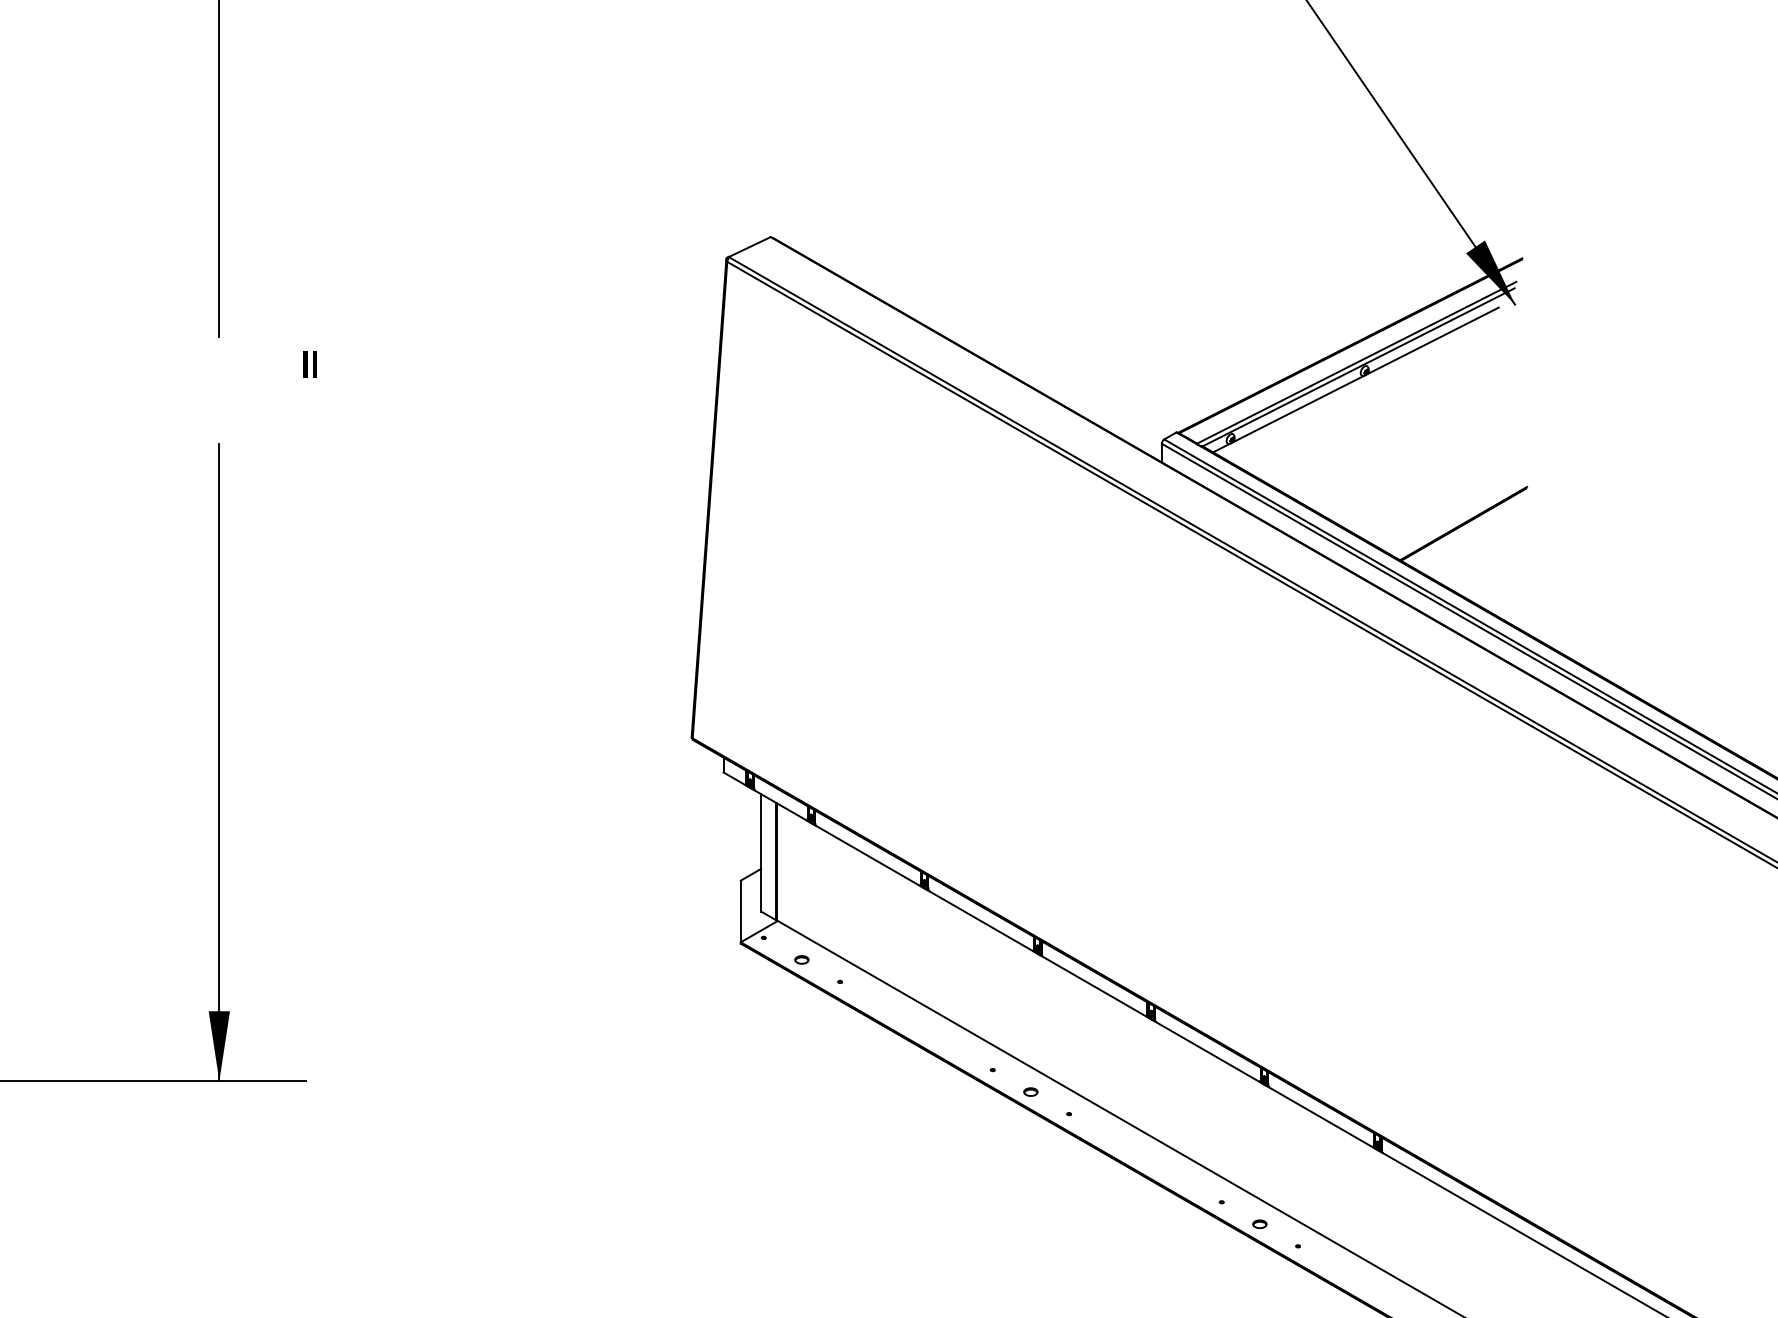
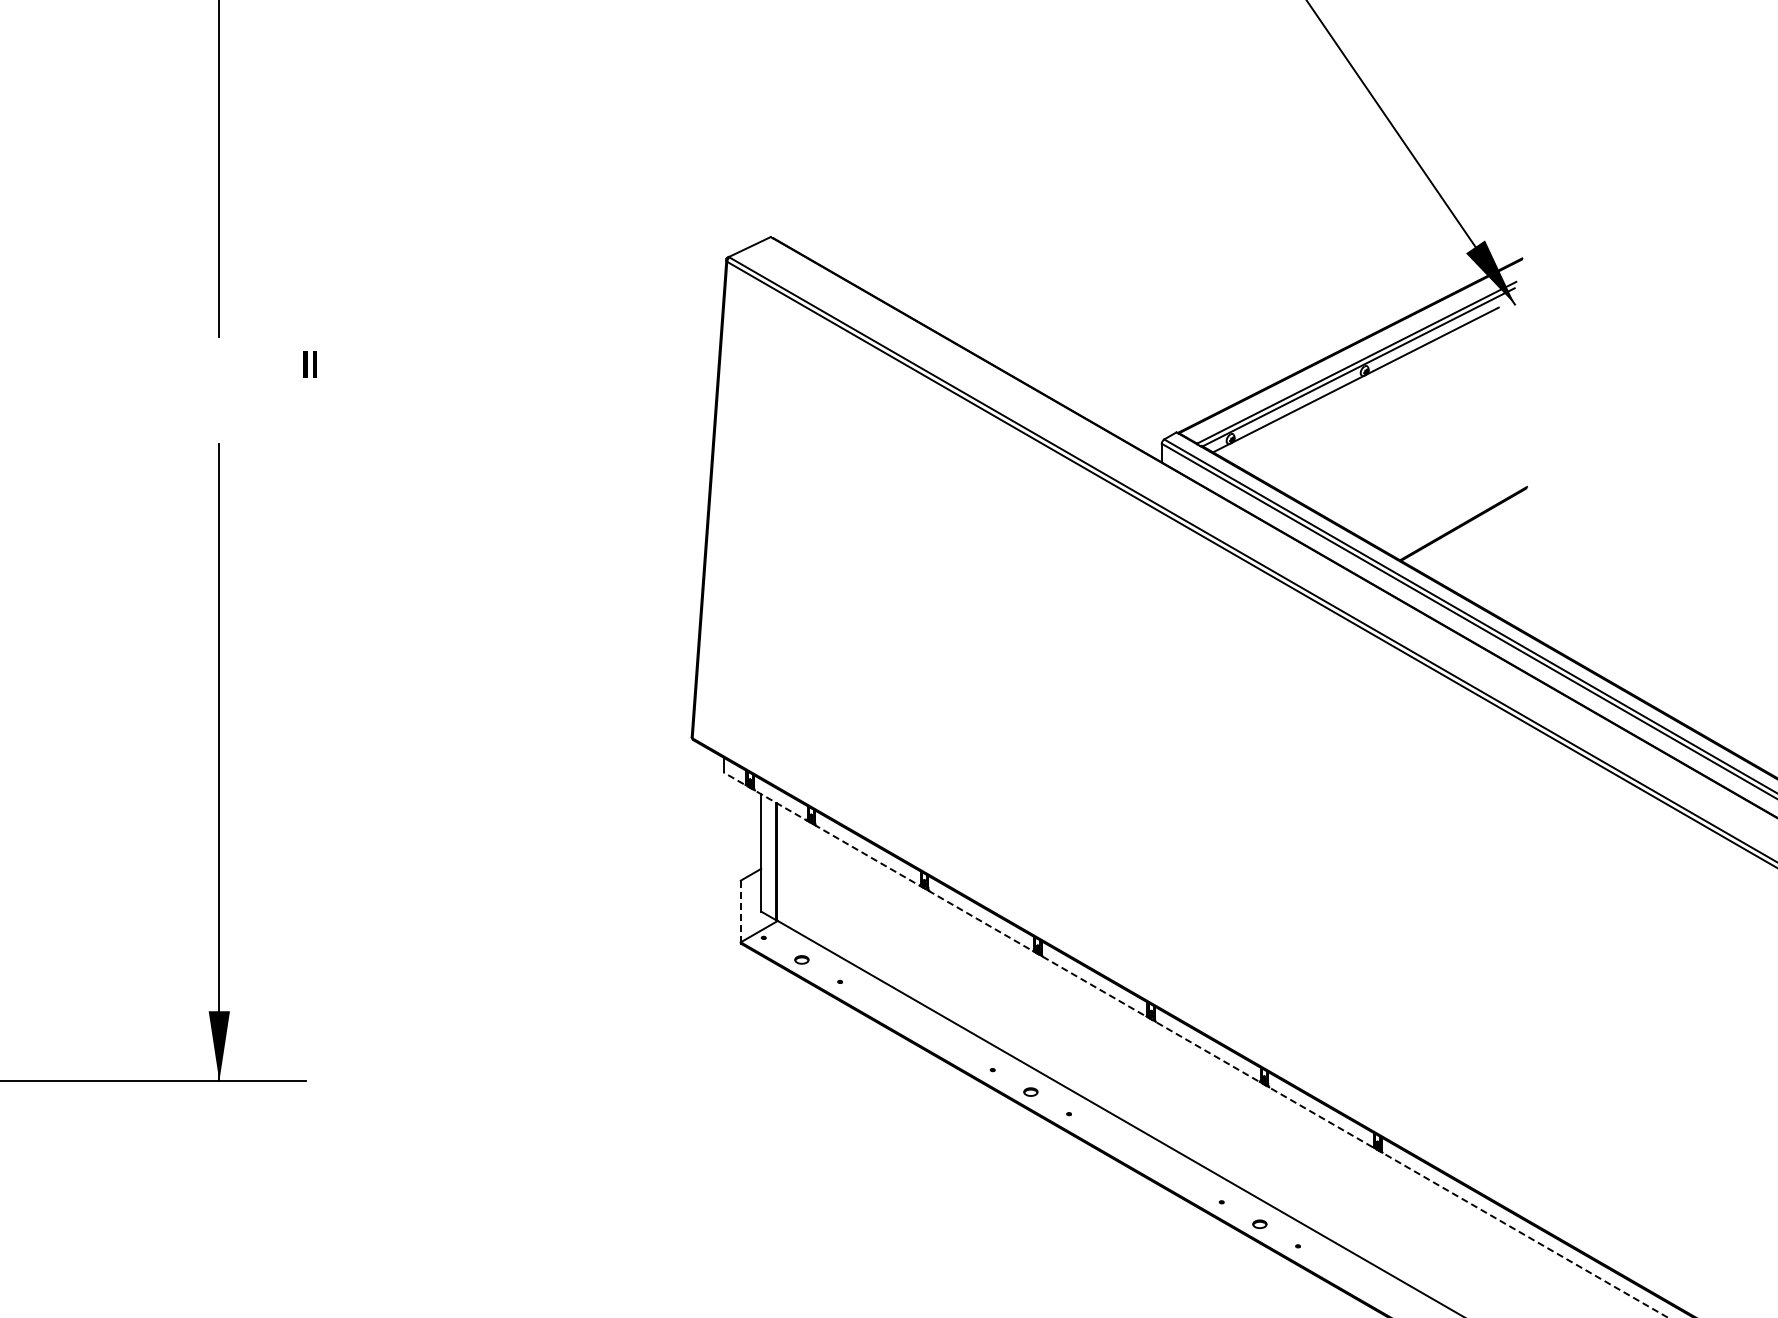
line at (740, 911): solid -> dashed
line at (1195, 1044): solid -> dashed
